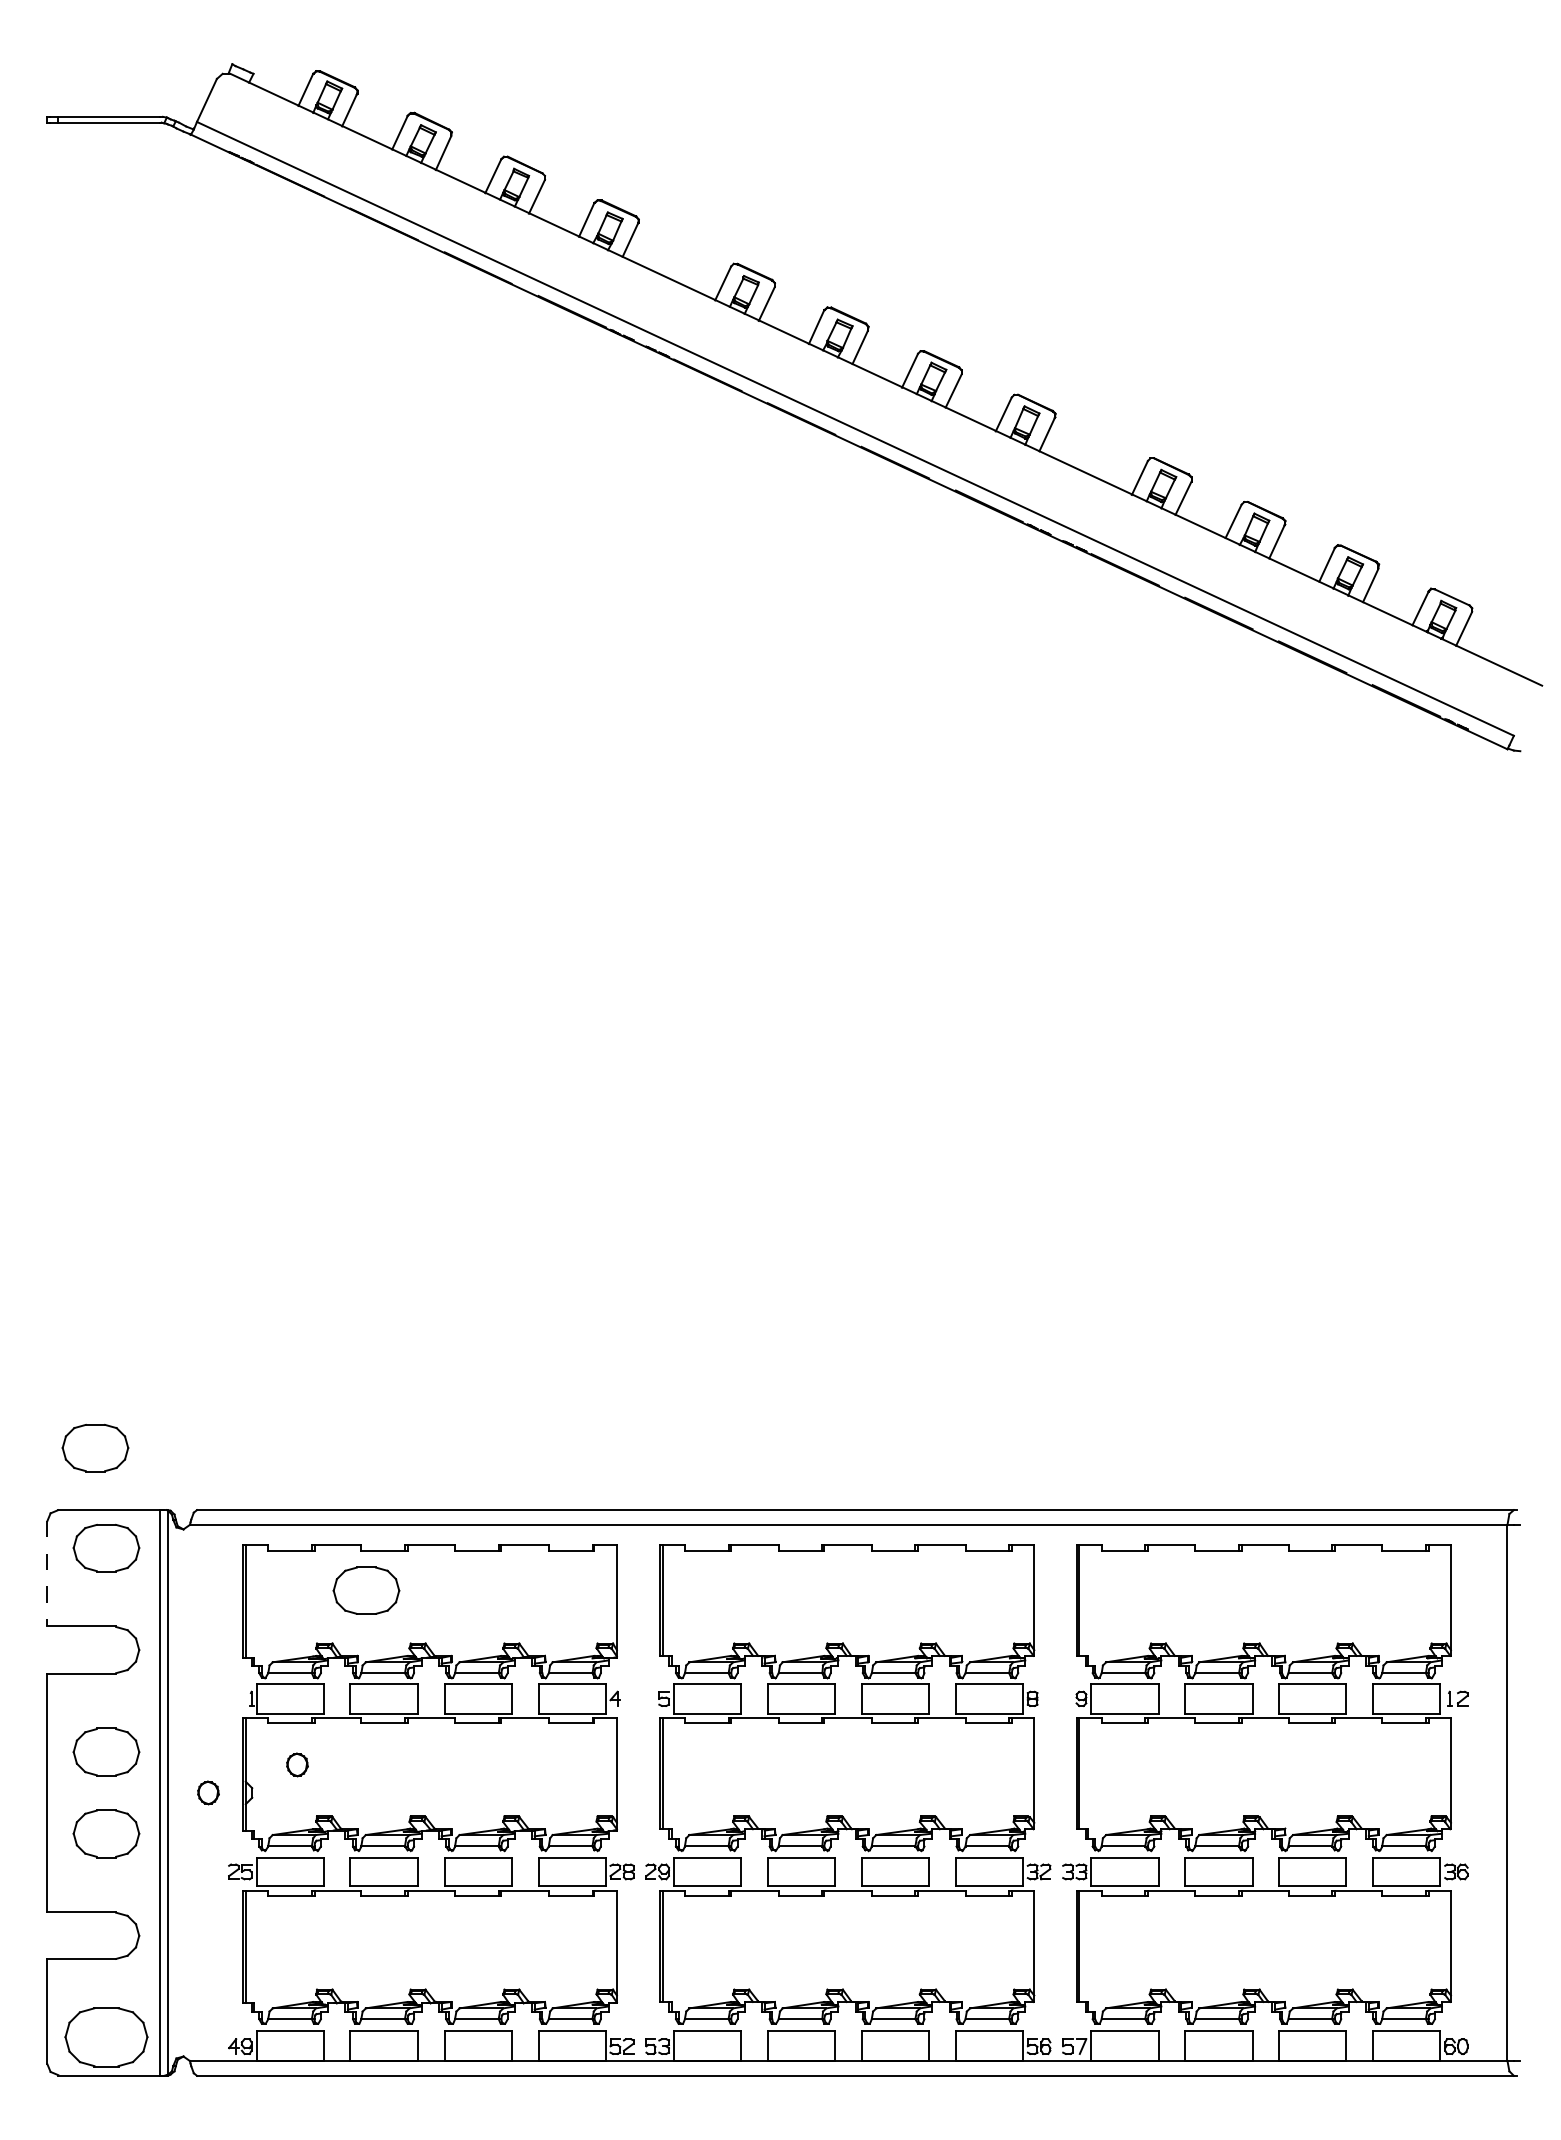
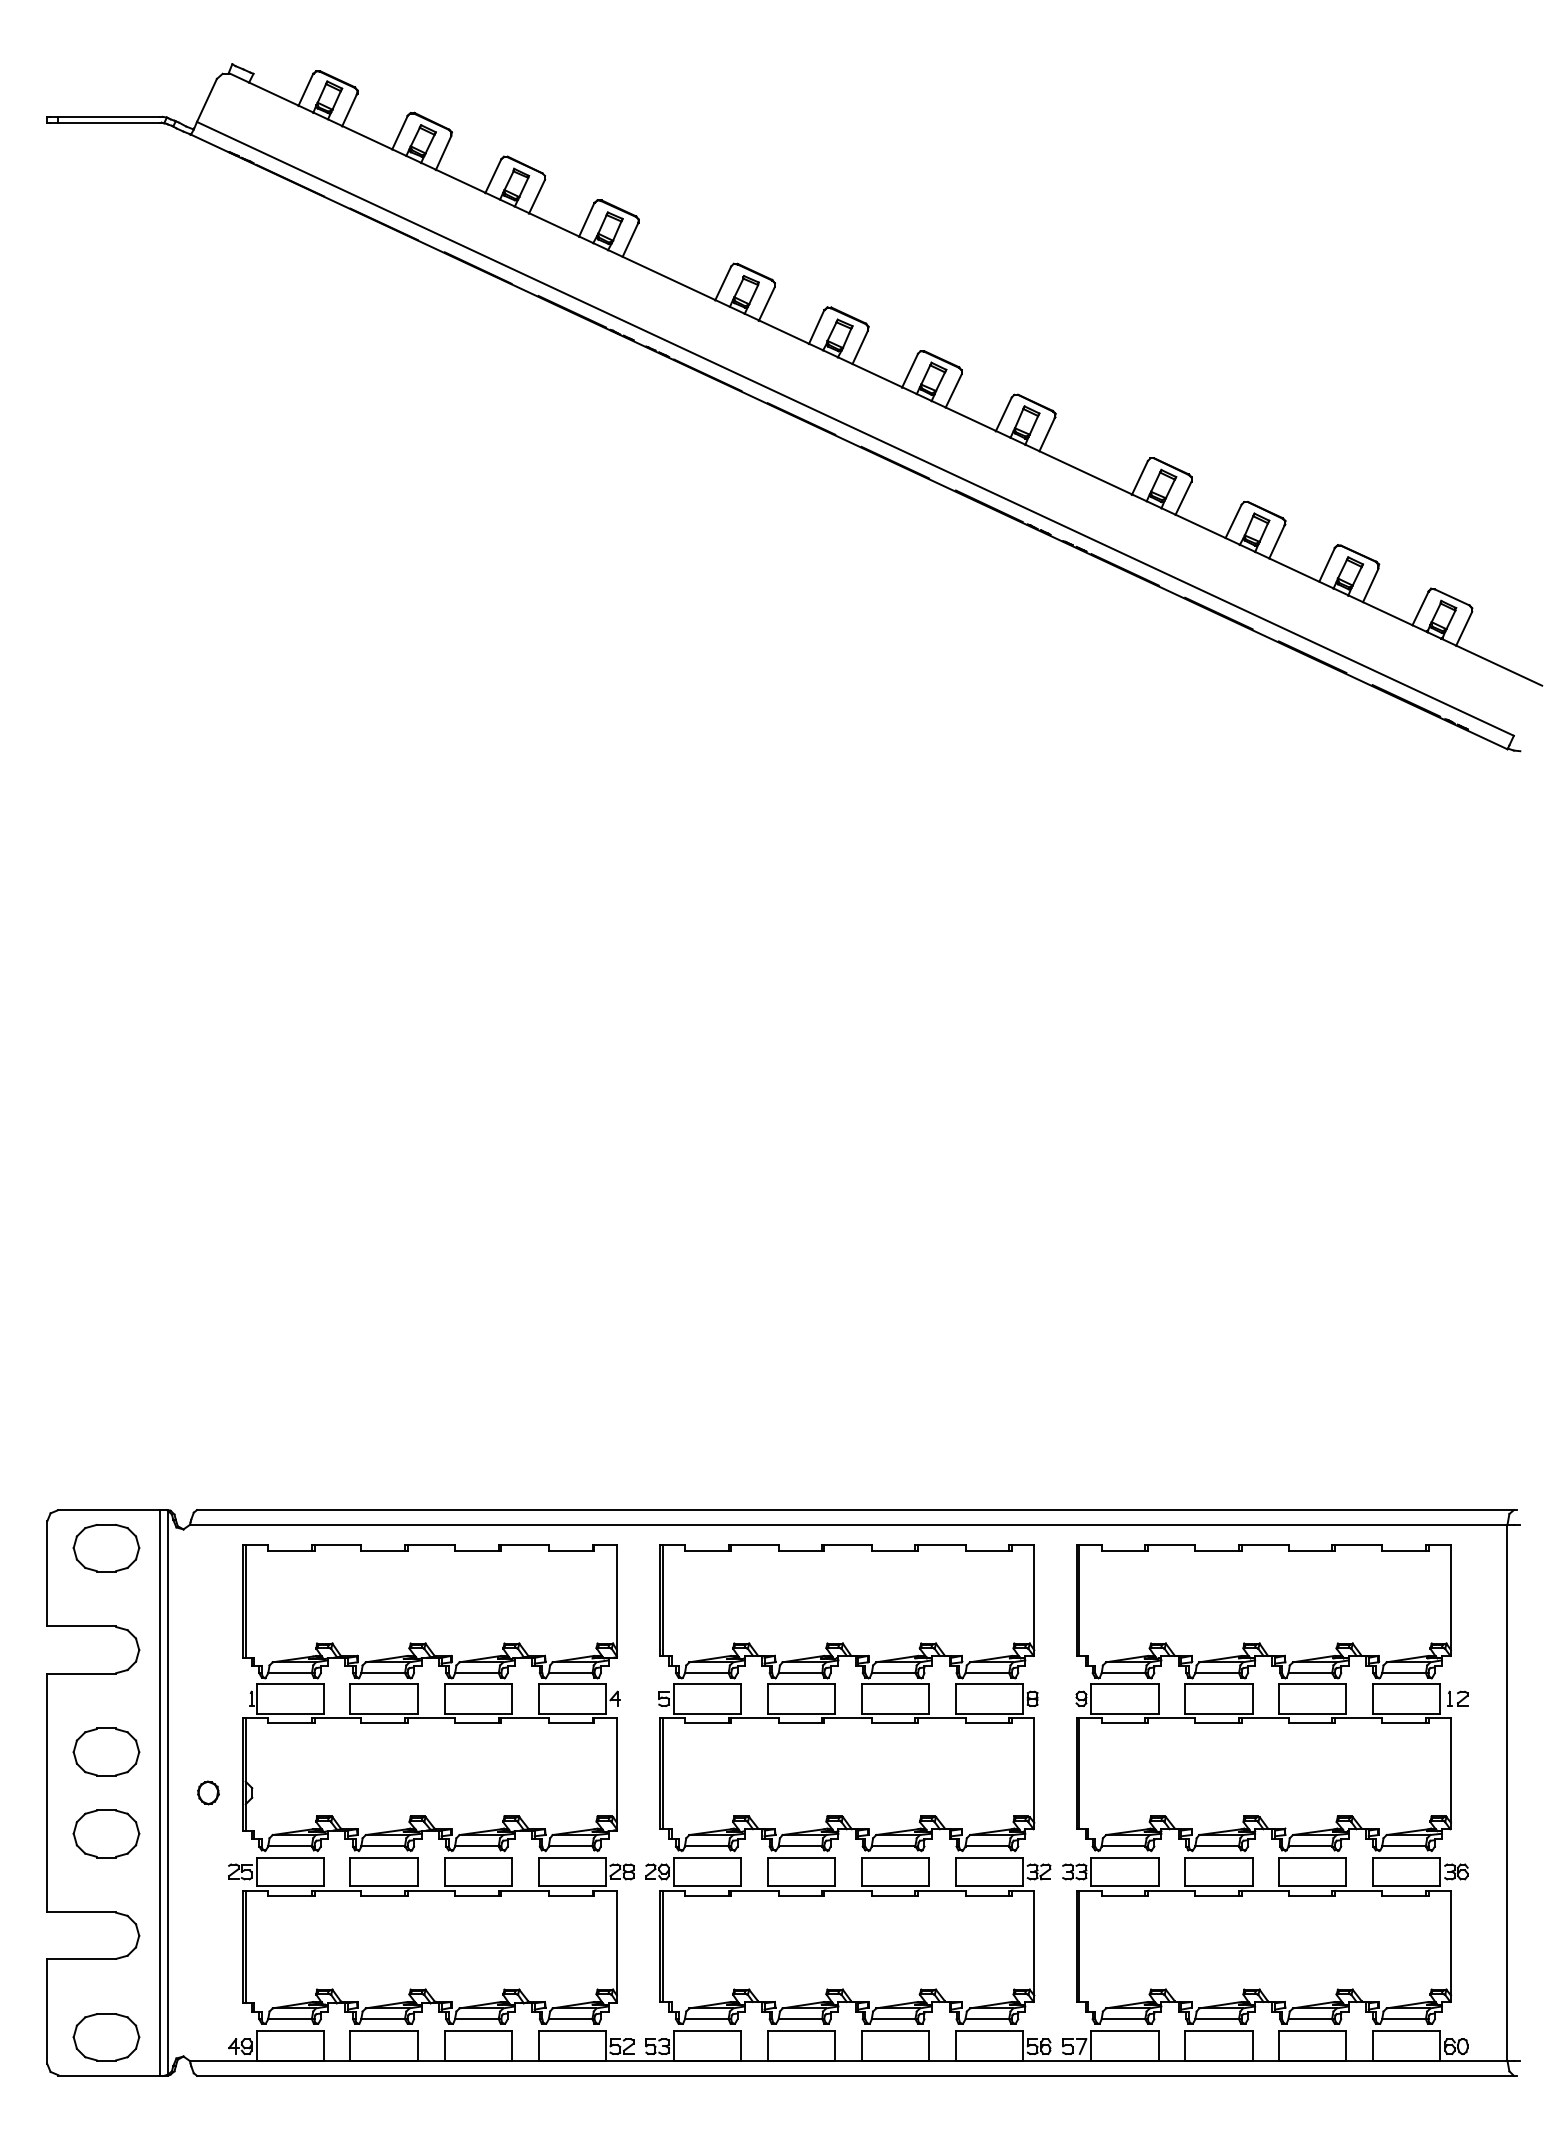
part at (95, 1447): present -> none
line at (46, 1573): dashed -> solid
part at (366, 1590): present -> none
part at (297, 1764): present -> none
part at (106, 2037) size: 85x61 px -> 69x49 px
